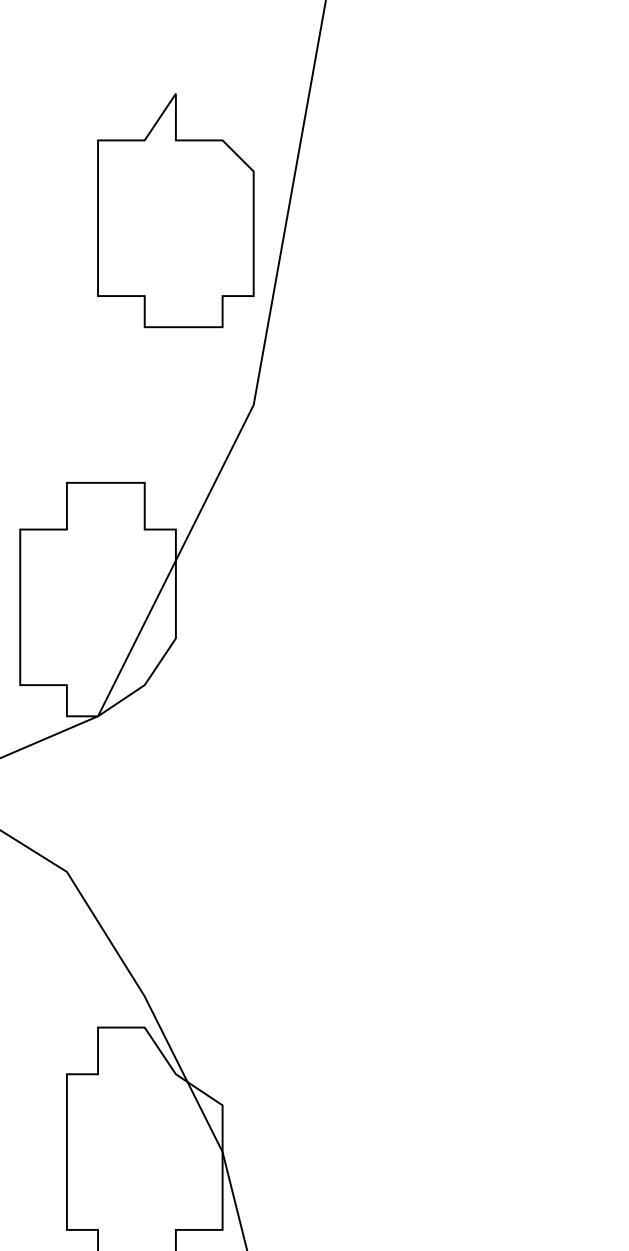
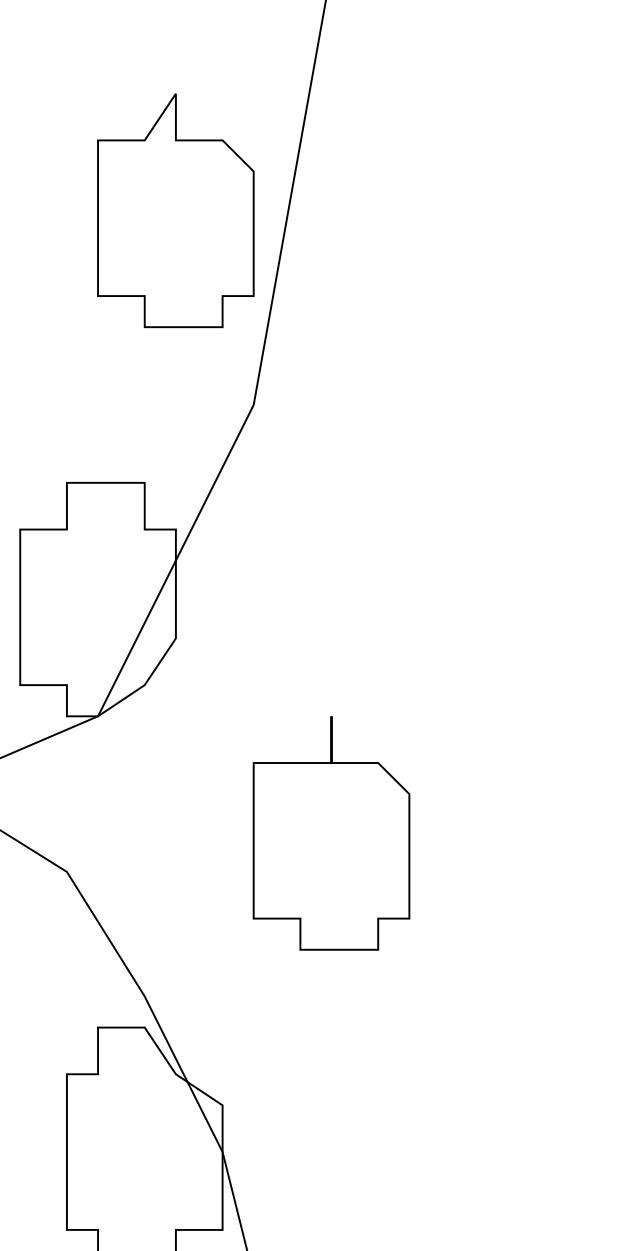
part at (331, 833): none -> present
